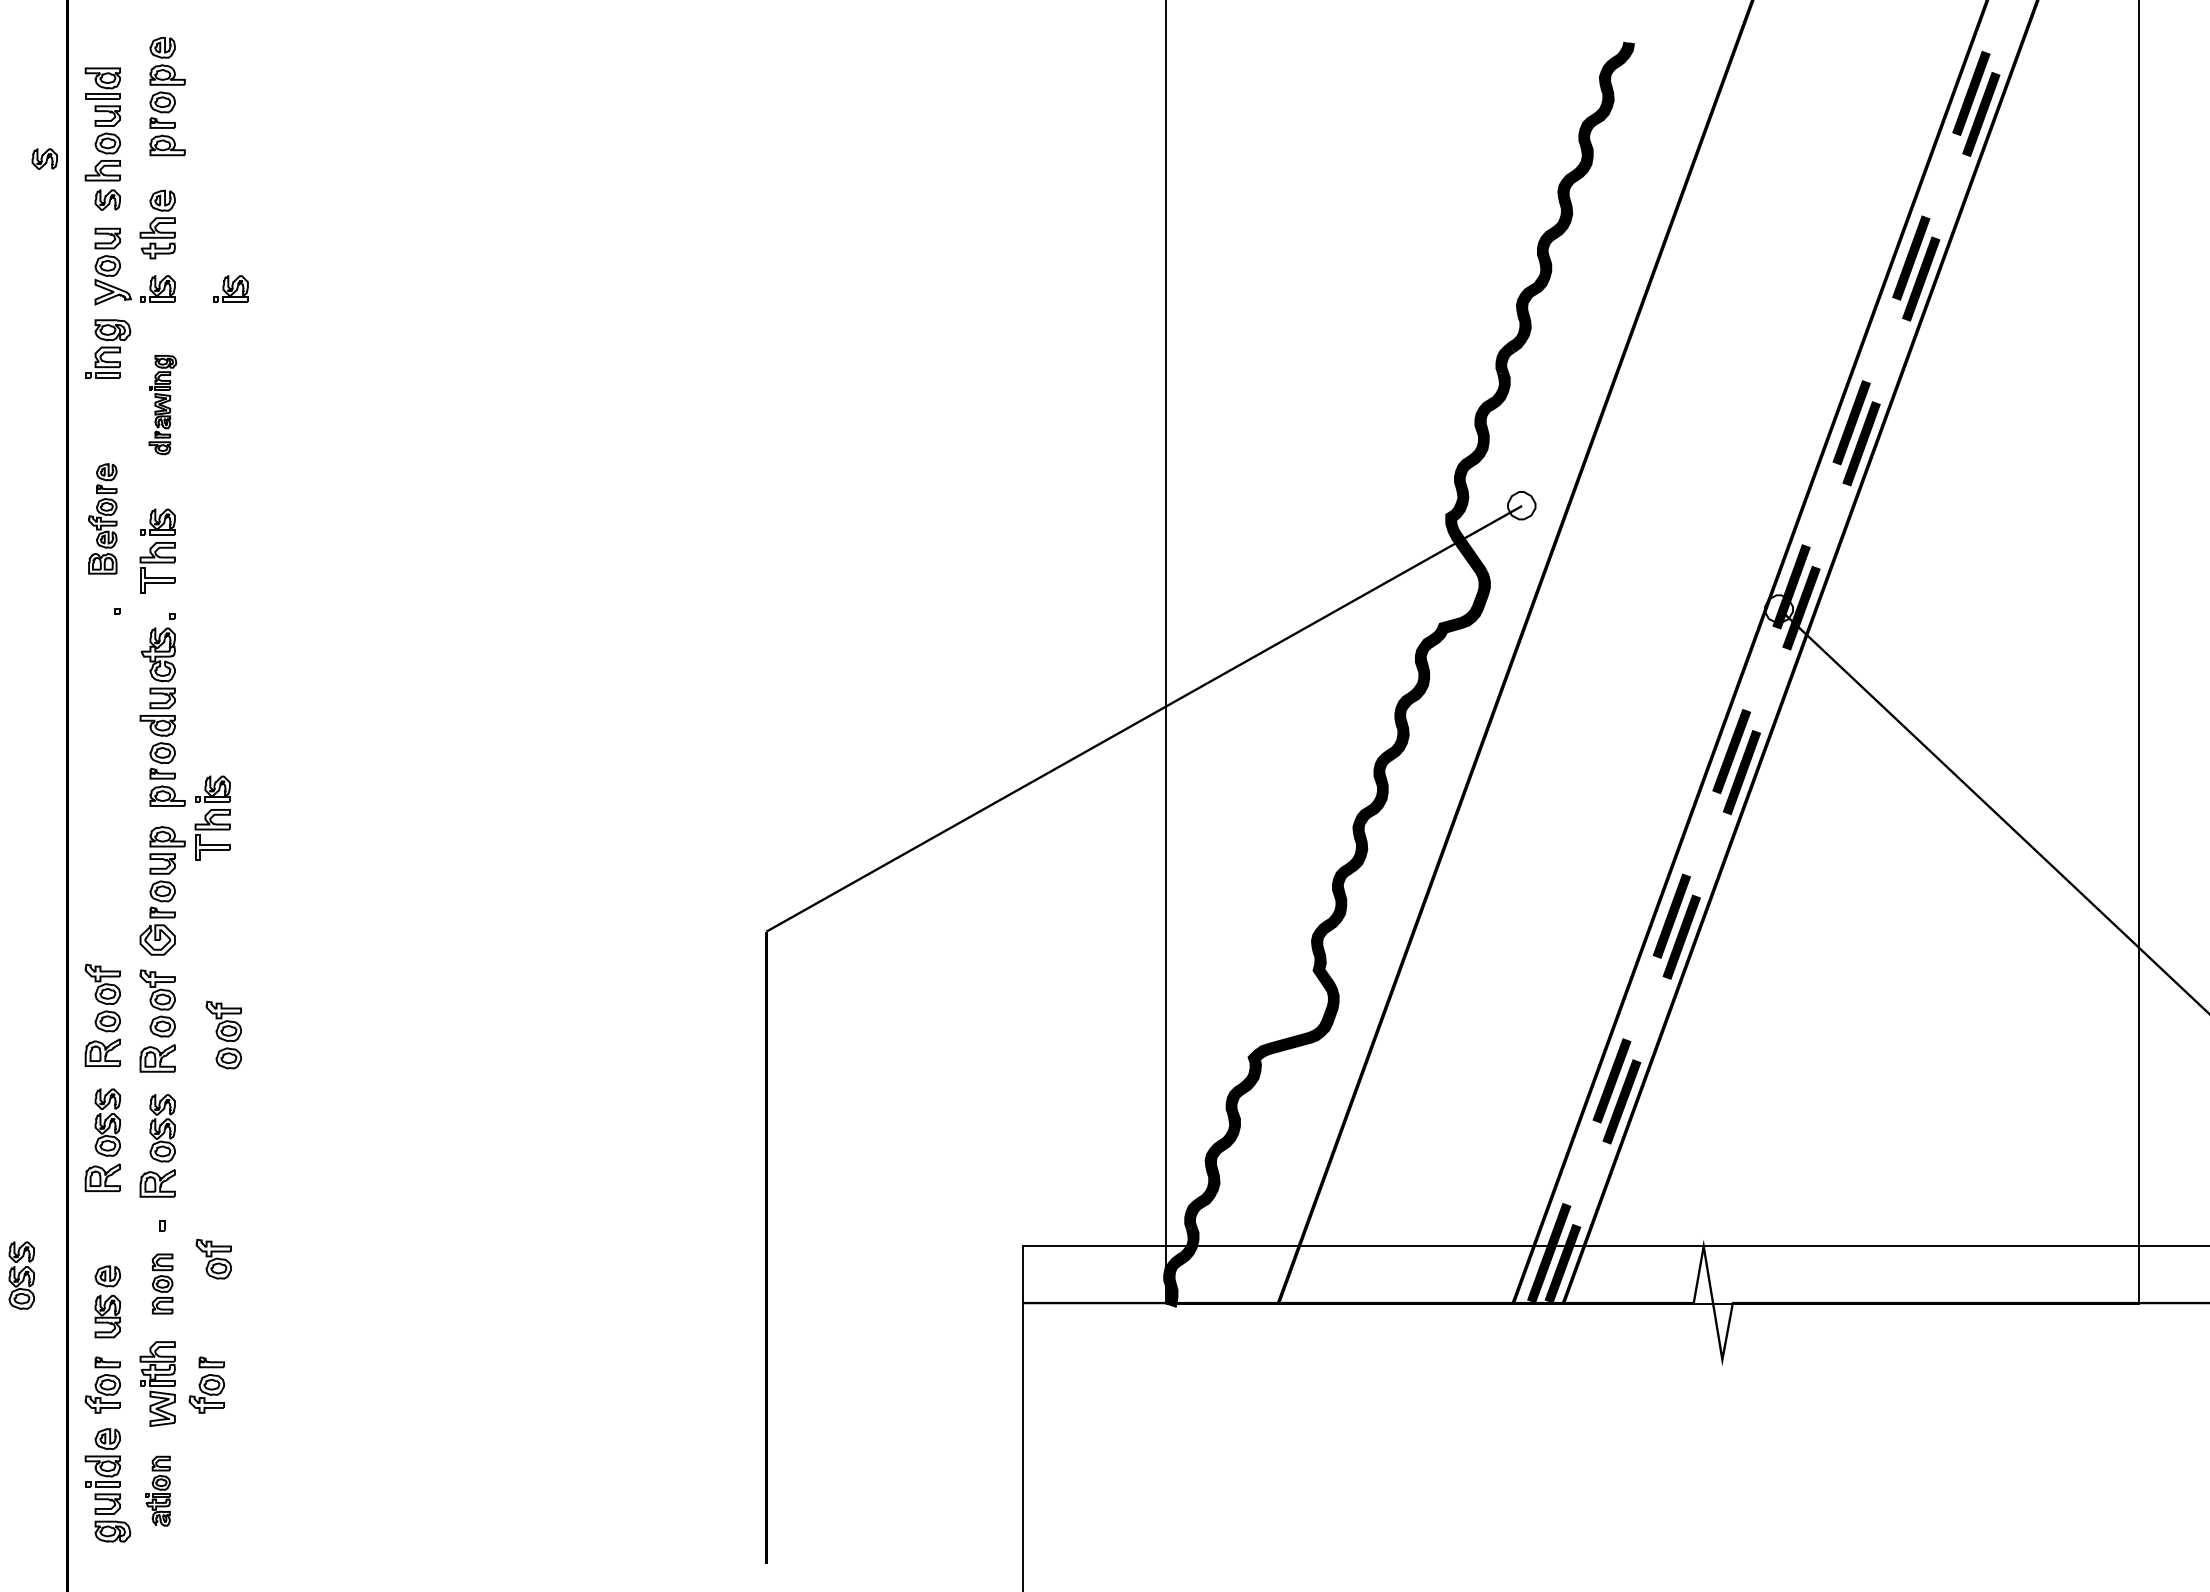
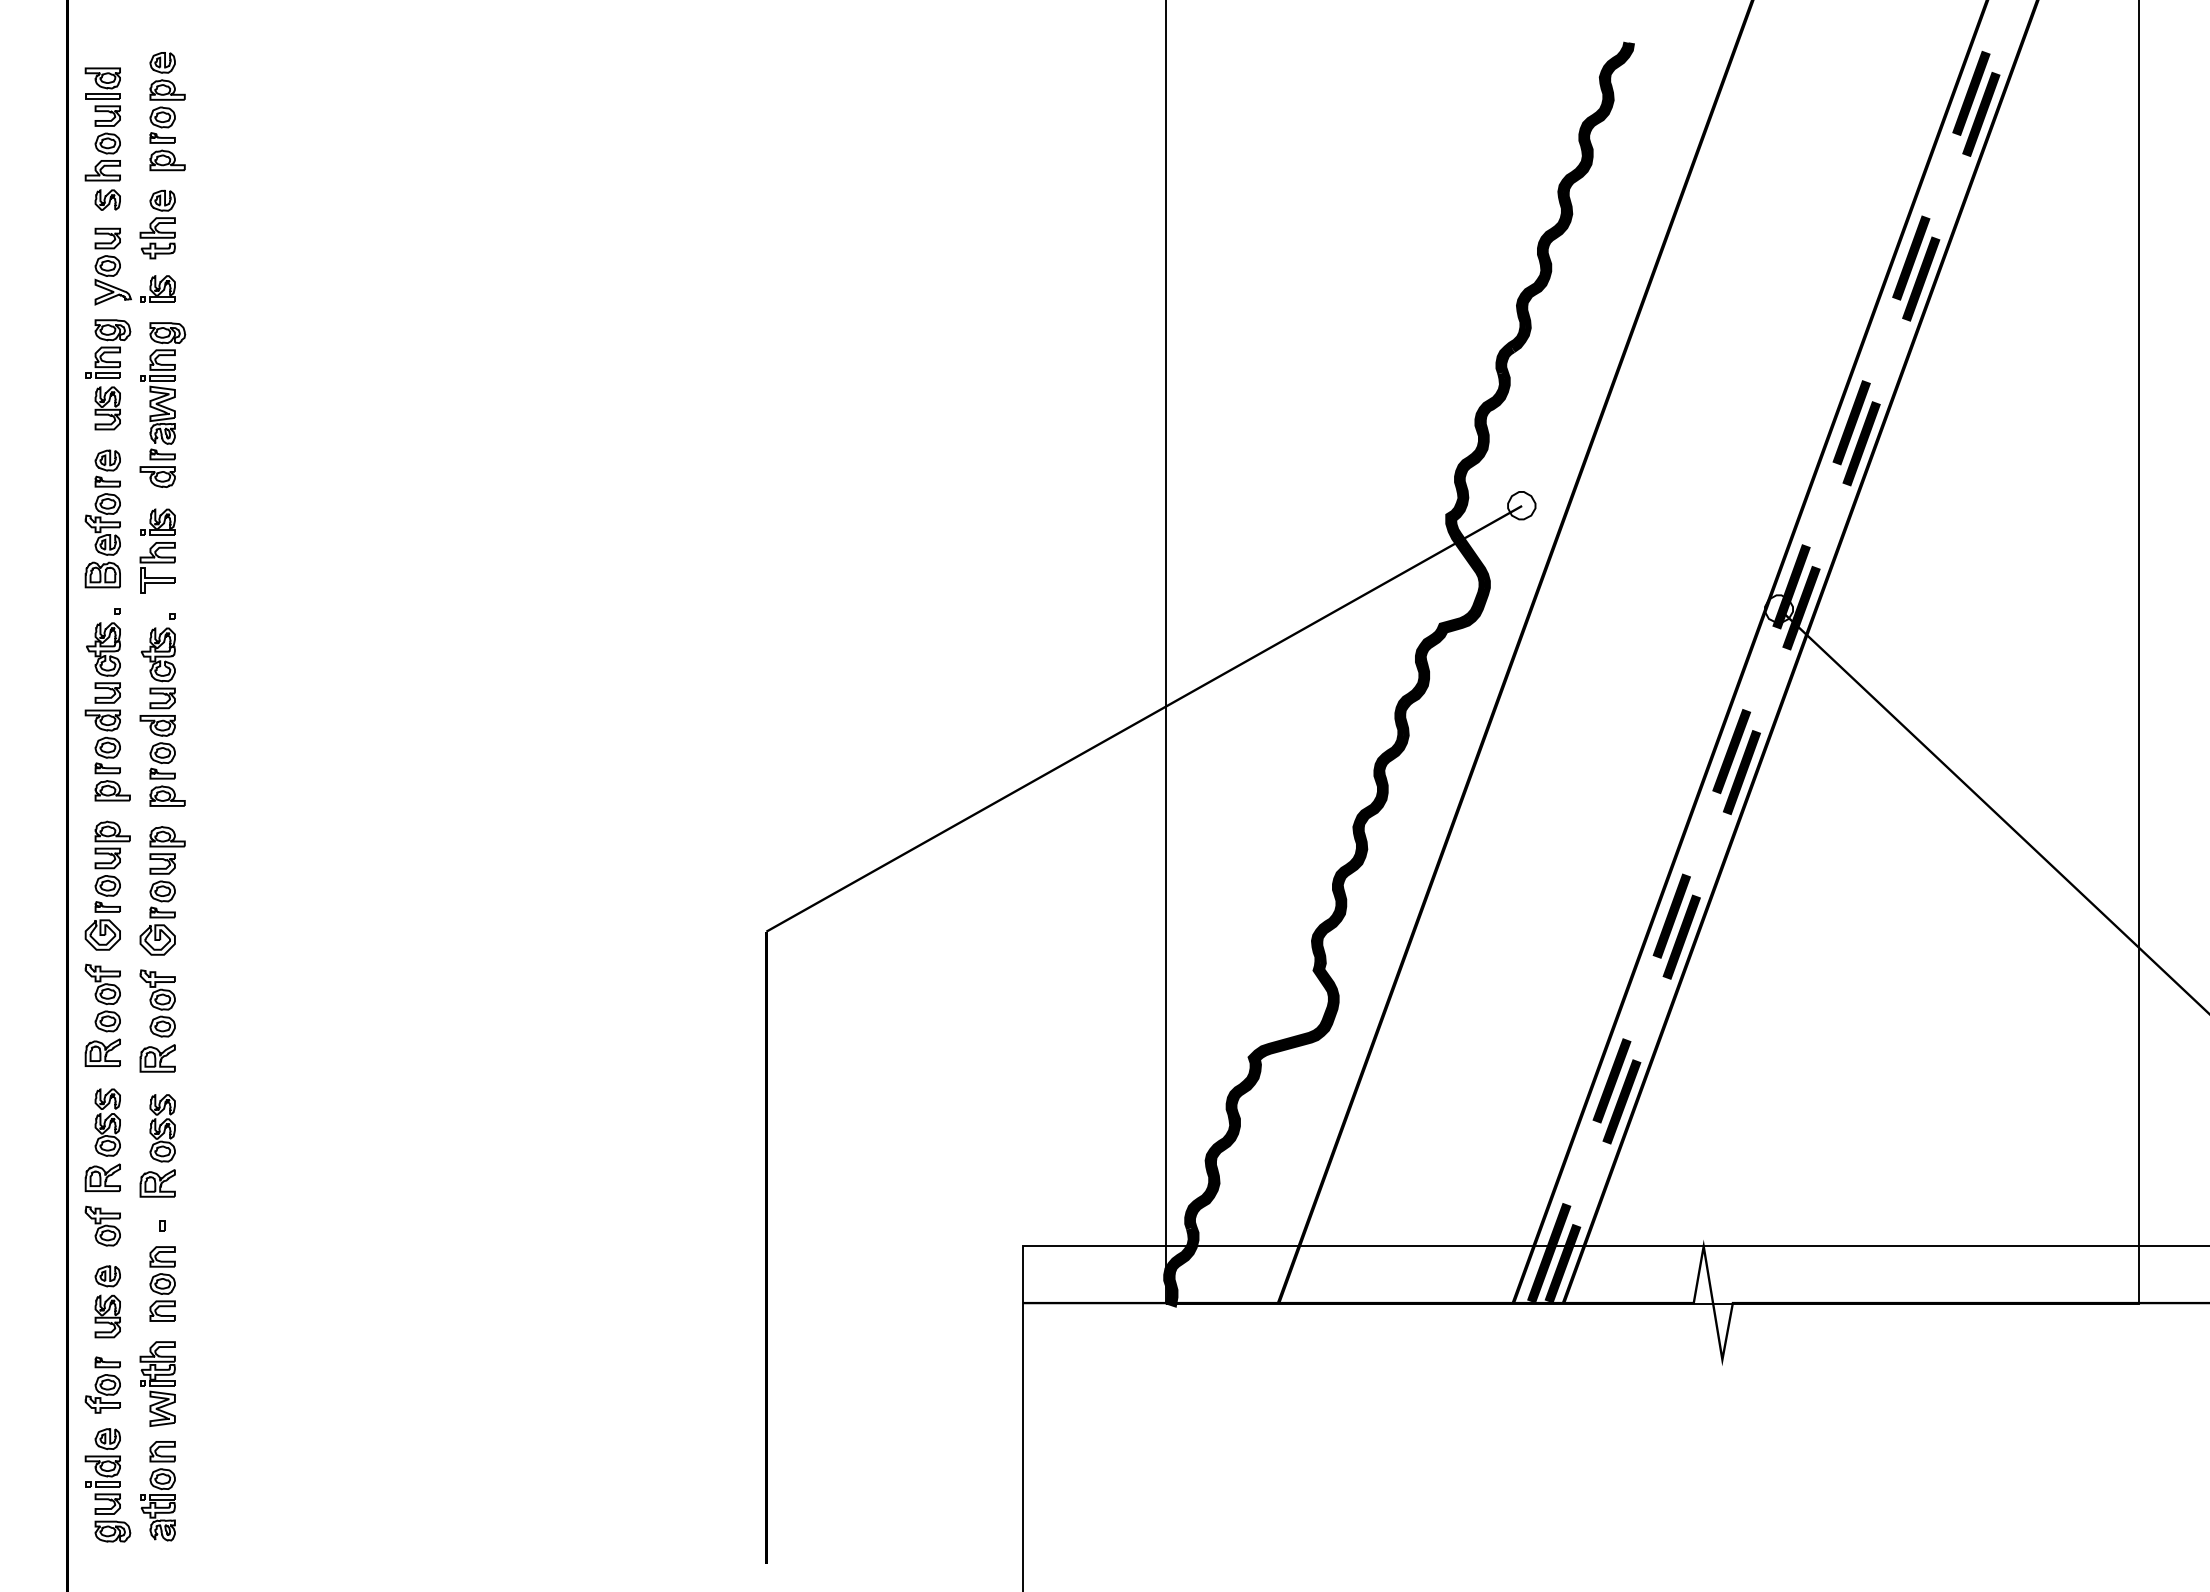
part at (167, 96) position: (167, 96) -> (167, 111)
part at (44, 158): present -> none
part at (230, 288): present -> none
part at (162, 405) size: 30x101 px -> 48x166 px
part at (107, 408): none -> present
part at (102, 518) size: 30x112 px -> 37x140 px
part at (107, 711): none -> present
part at (212, 817): present -> none
part at (107, 885): none -> present
part at (223, 1034): present -> none
part at (213, 1258) position: (213, 1258) -> (102, 1225)
part at (21, 1275): present -> none
part at (162, 1283) size: 22x62 px -> 27x76 px
part at (206, 1384): present -> none
part at (157, 1490) size: 26x72 px -> 36x101 px
